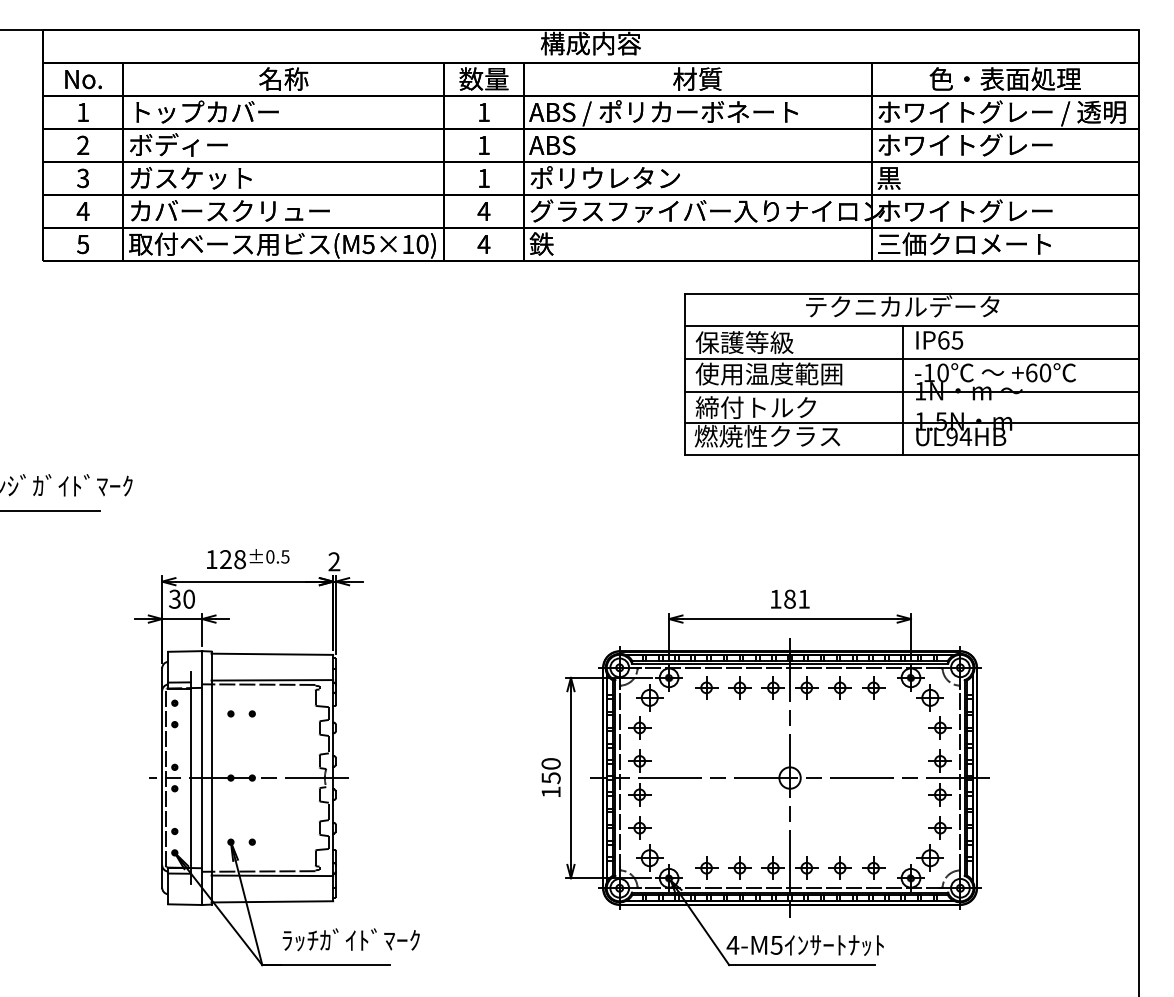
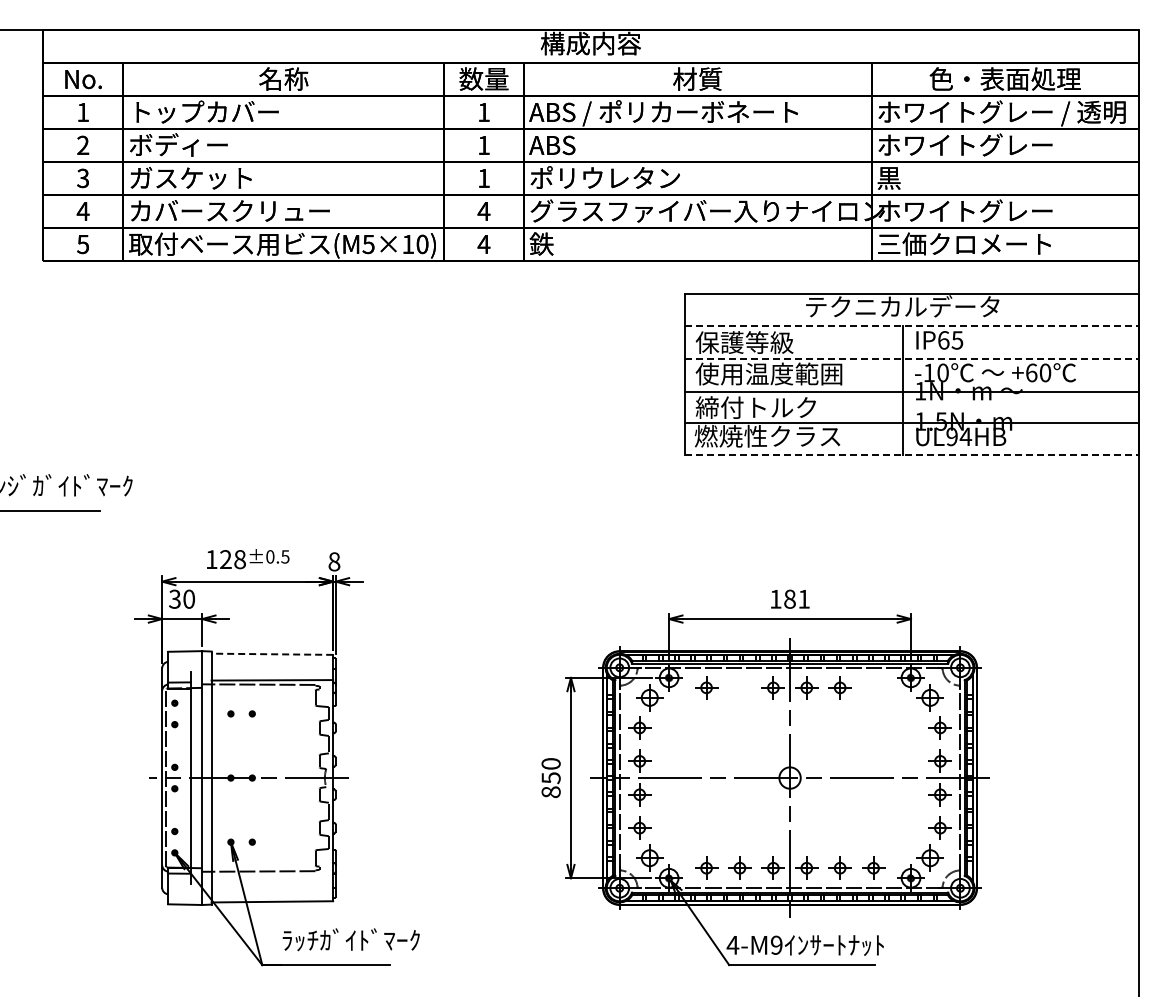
line at (912, 326): solid -> dashed
line at (912, 359): solid -> dashed
line at (912, 455): solid -> dashed
text at (334, 561): 2 -> 8
line at (272, 654): solid -> dashed
part at (739, 687): present -> none
part at (873, 687): present -> none
text at (550, 792): 150 -> 850
line at (272, 875): present -> none
text at (776, 944): 4-M5 -> 4-M9
